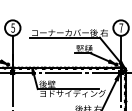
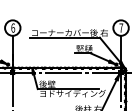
text at (13, 27): 5 -> 6
